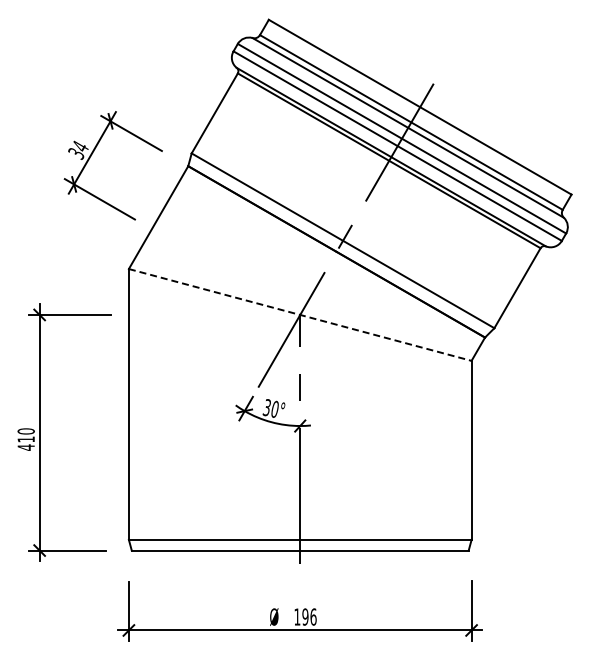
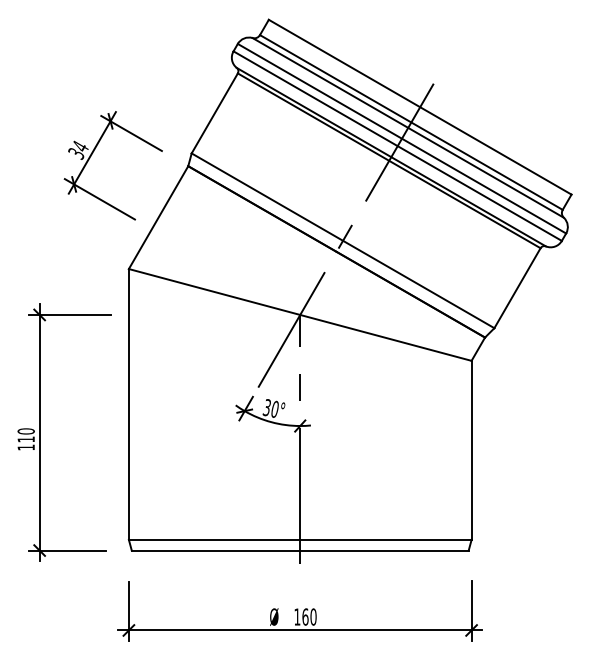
line at (300, 315): dashed -> solid
text at (25, 447): 410 -> 110
text at (309, 616): 196 -> 160
